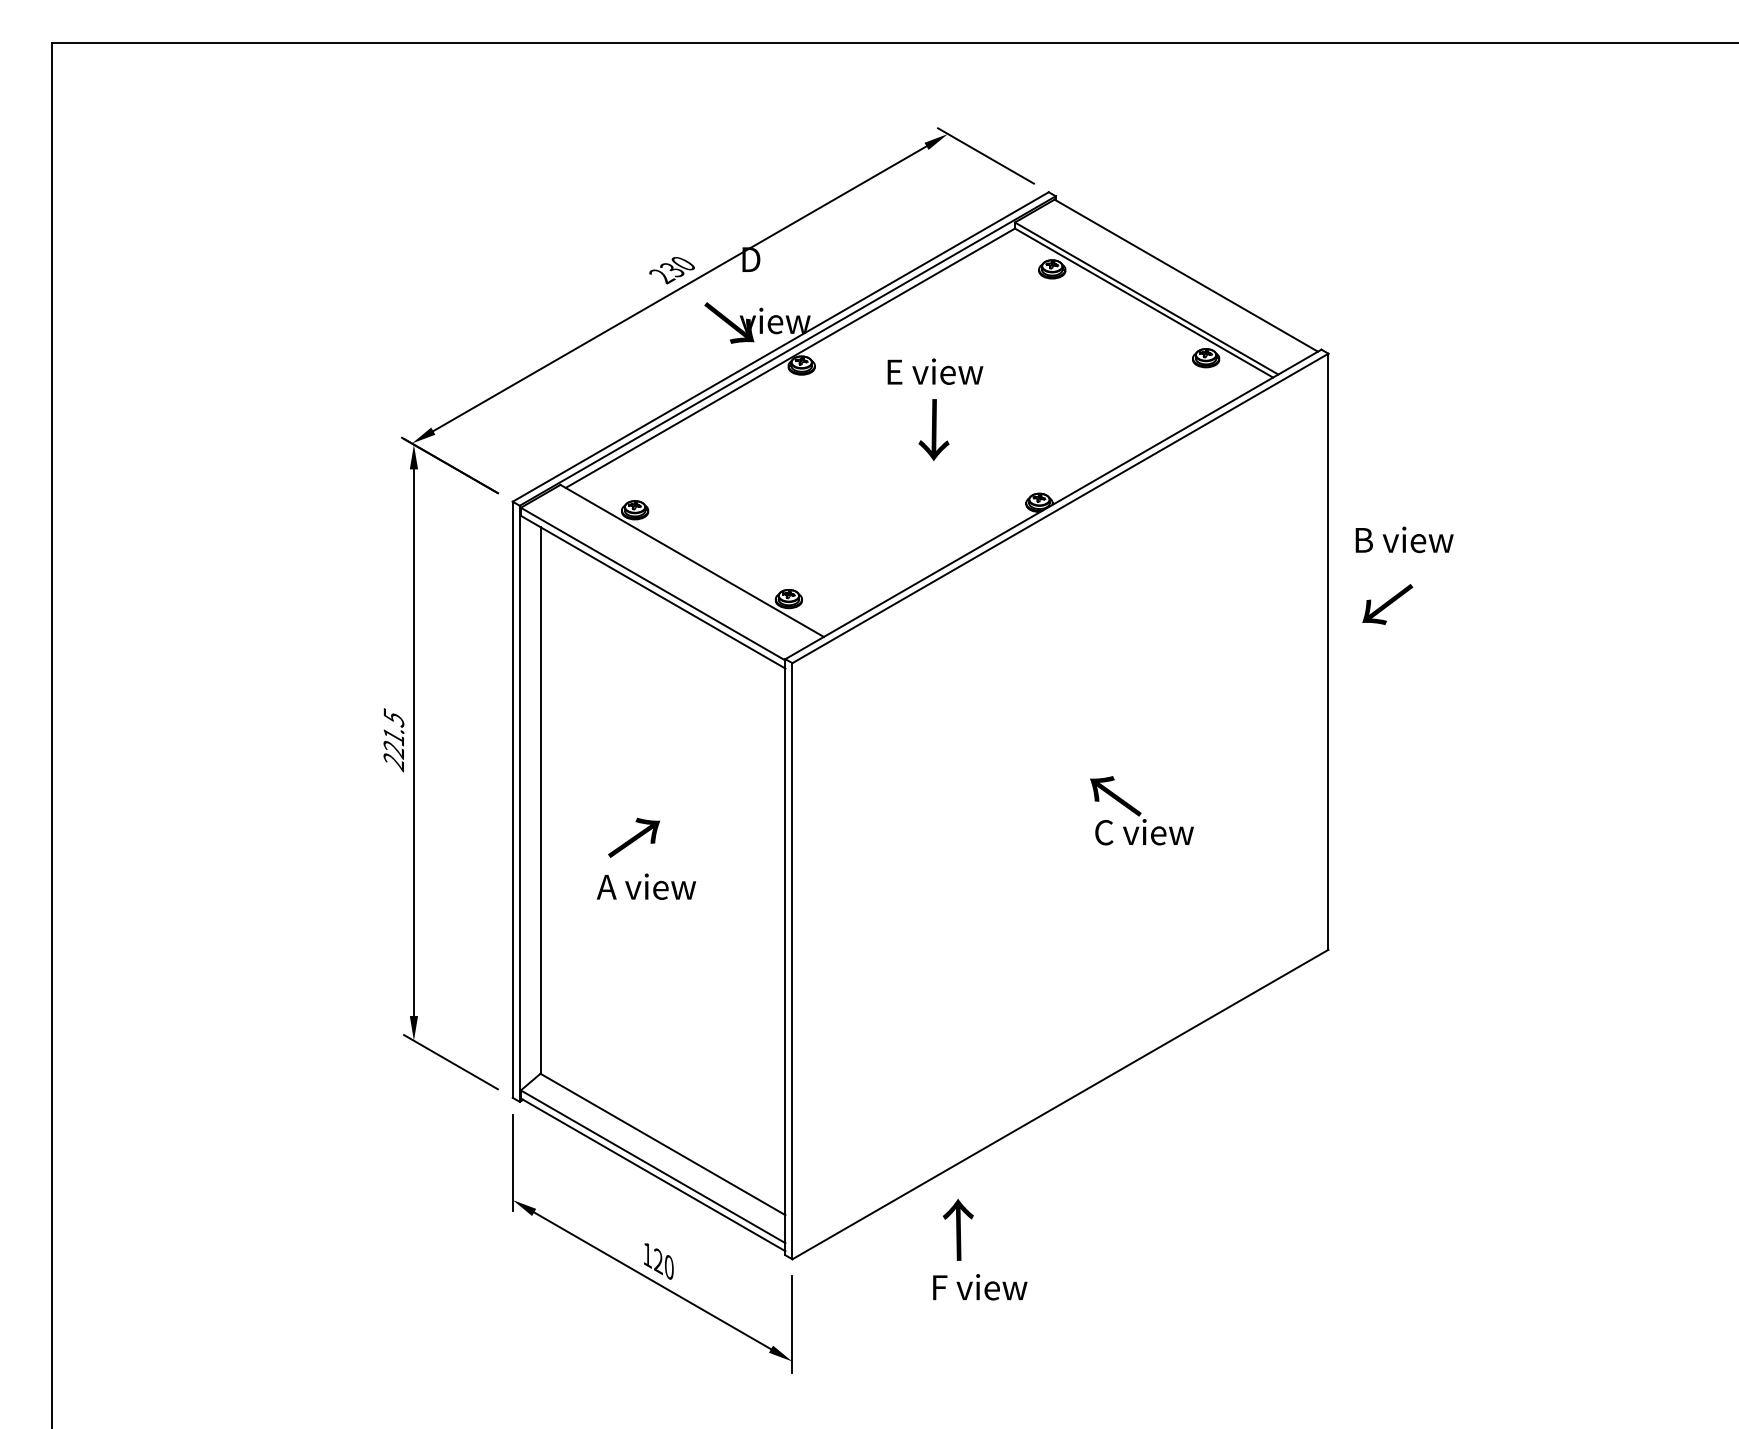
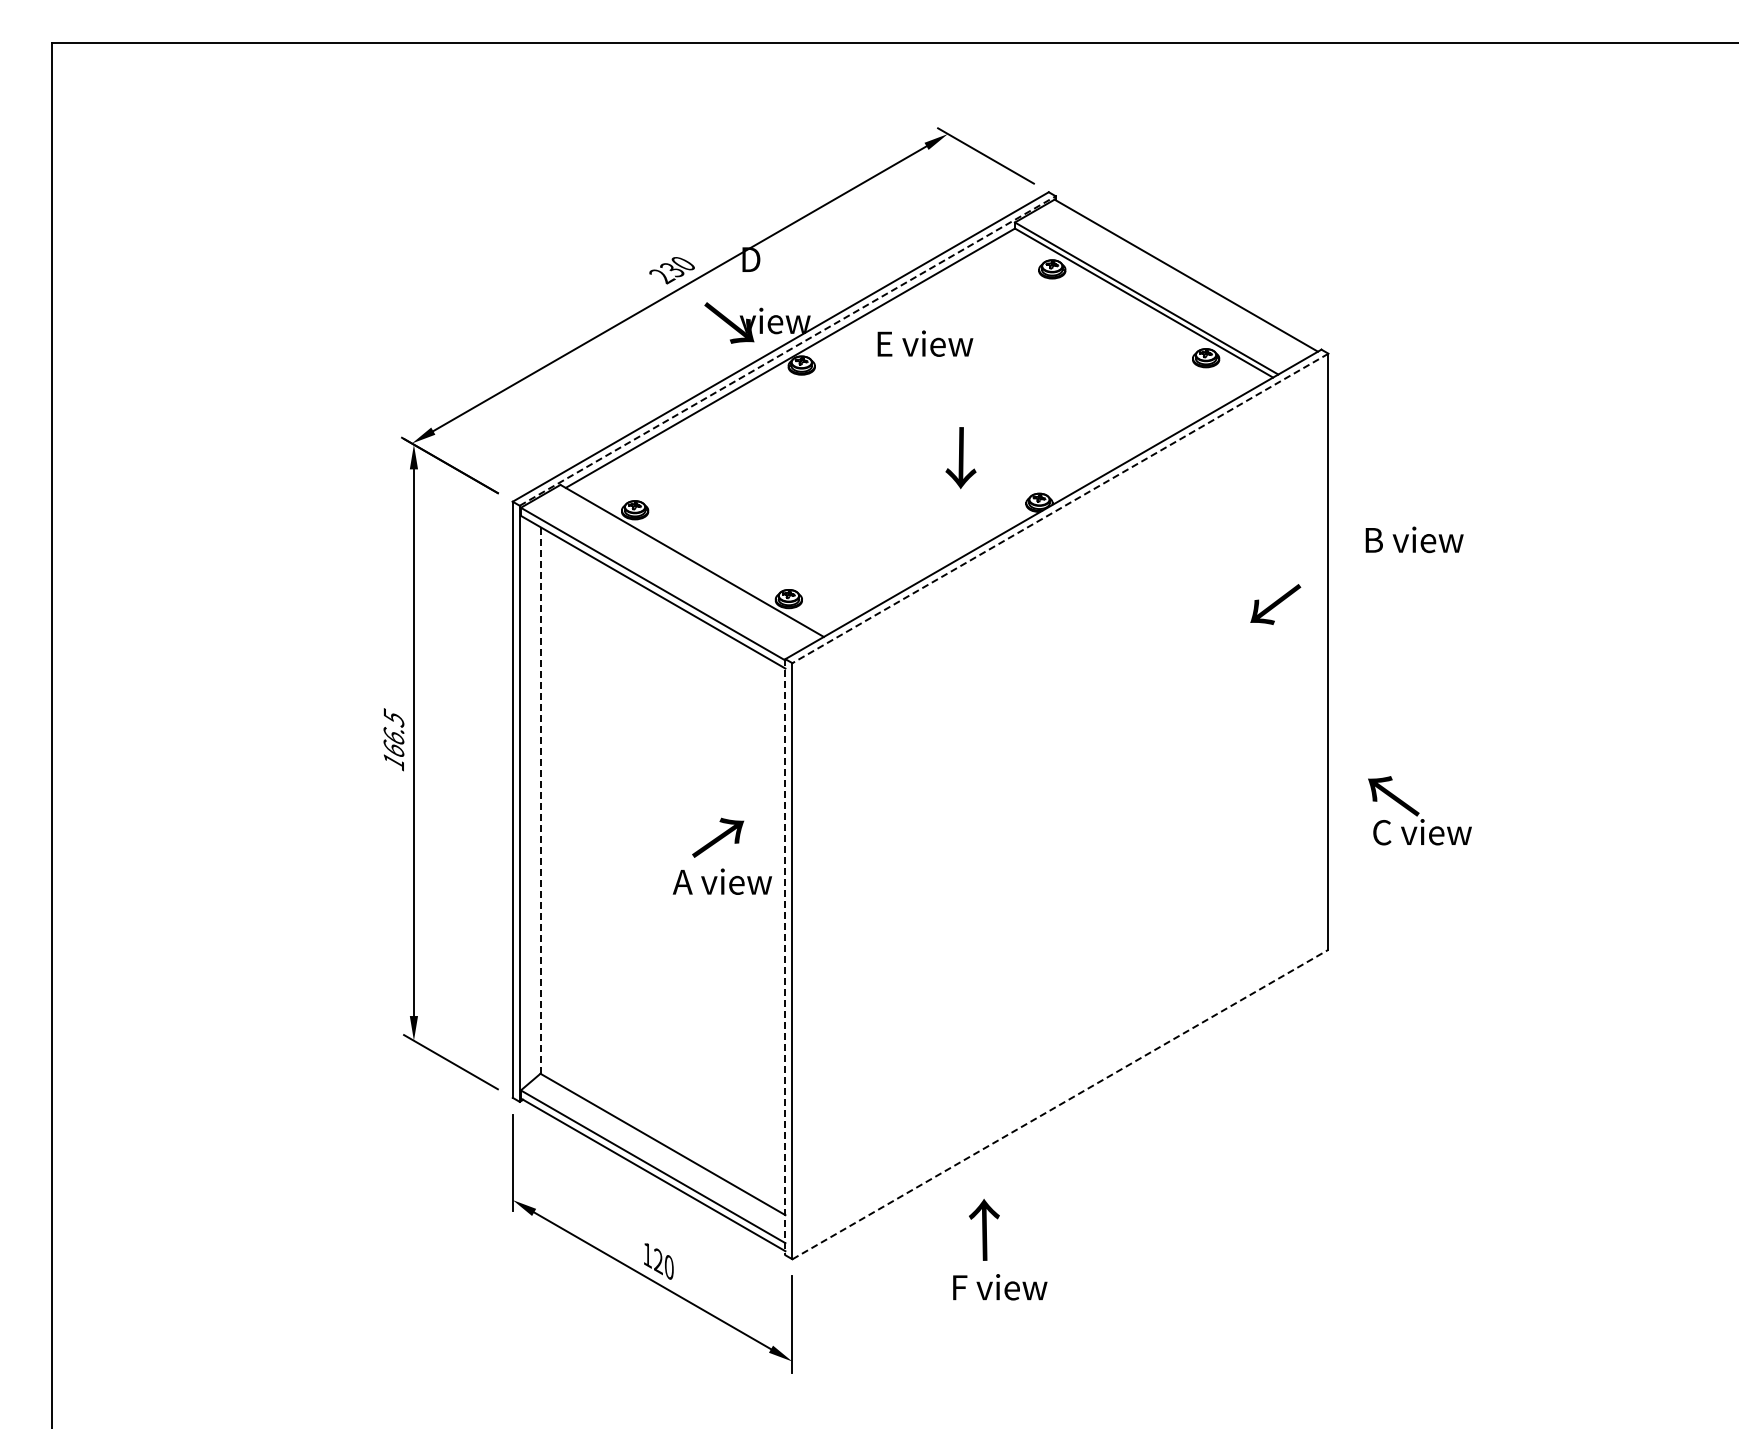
line at (788, 350): solid -> dashed
text at (935, 371) position: (935, 371) -> (925, 343)
text at (933, 430) position: (933, 430) -> (960, 458)
line at (1060, 508): solid -> dashed
text at (1404, 539) position: (1404, 539) -> (1414, 539)
text at (1387, 604) position: (1387, 604) -> (1275, 604)
text at (393, 749): 221.5 -> 166.5
line at (540, 800): solid -> dashed
text at (1141, 810) position: (1141, 810) -> (1419, 810)
text at (634, 837) position: (634, 837) -> (718, 837)
text at (646, 886) position: (646, 886) -> (722, 881)
line at (785, 957): solid -> dashed
line at (1060, 1104): solid -> dashed
text at (958, 1229) position: (958, 1229) -> (984, 1229)
text at (980, 1287) position: (980, 1287) -> (1000, 1287)
